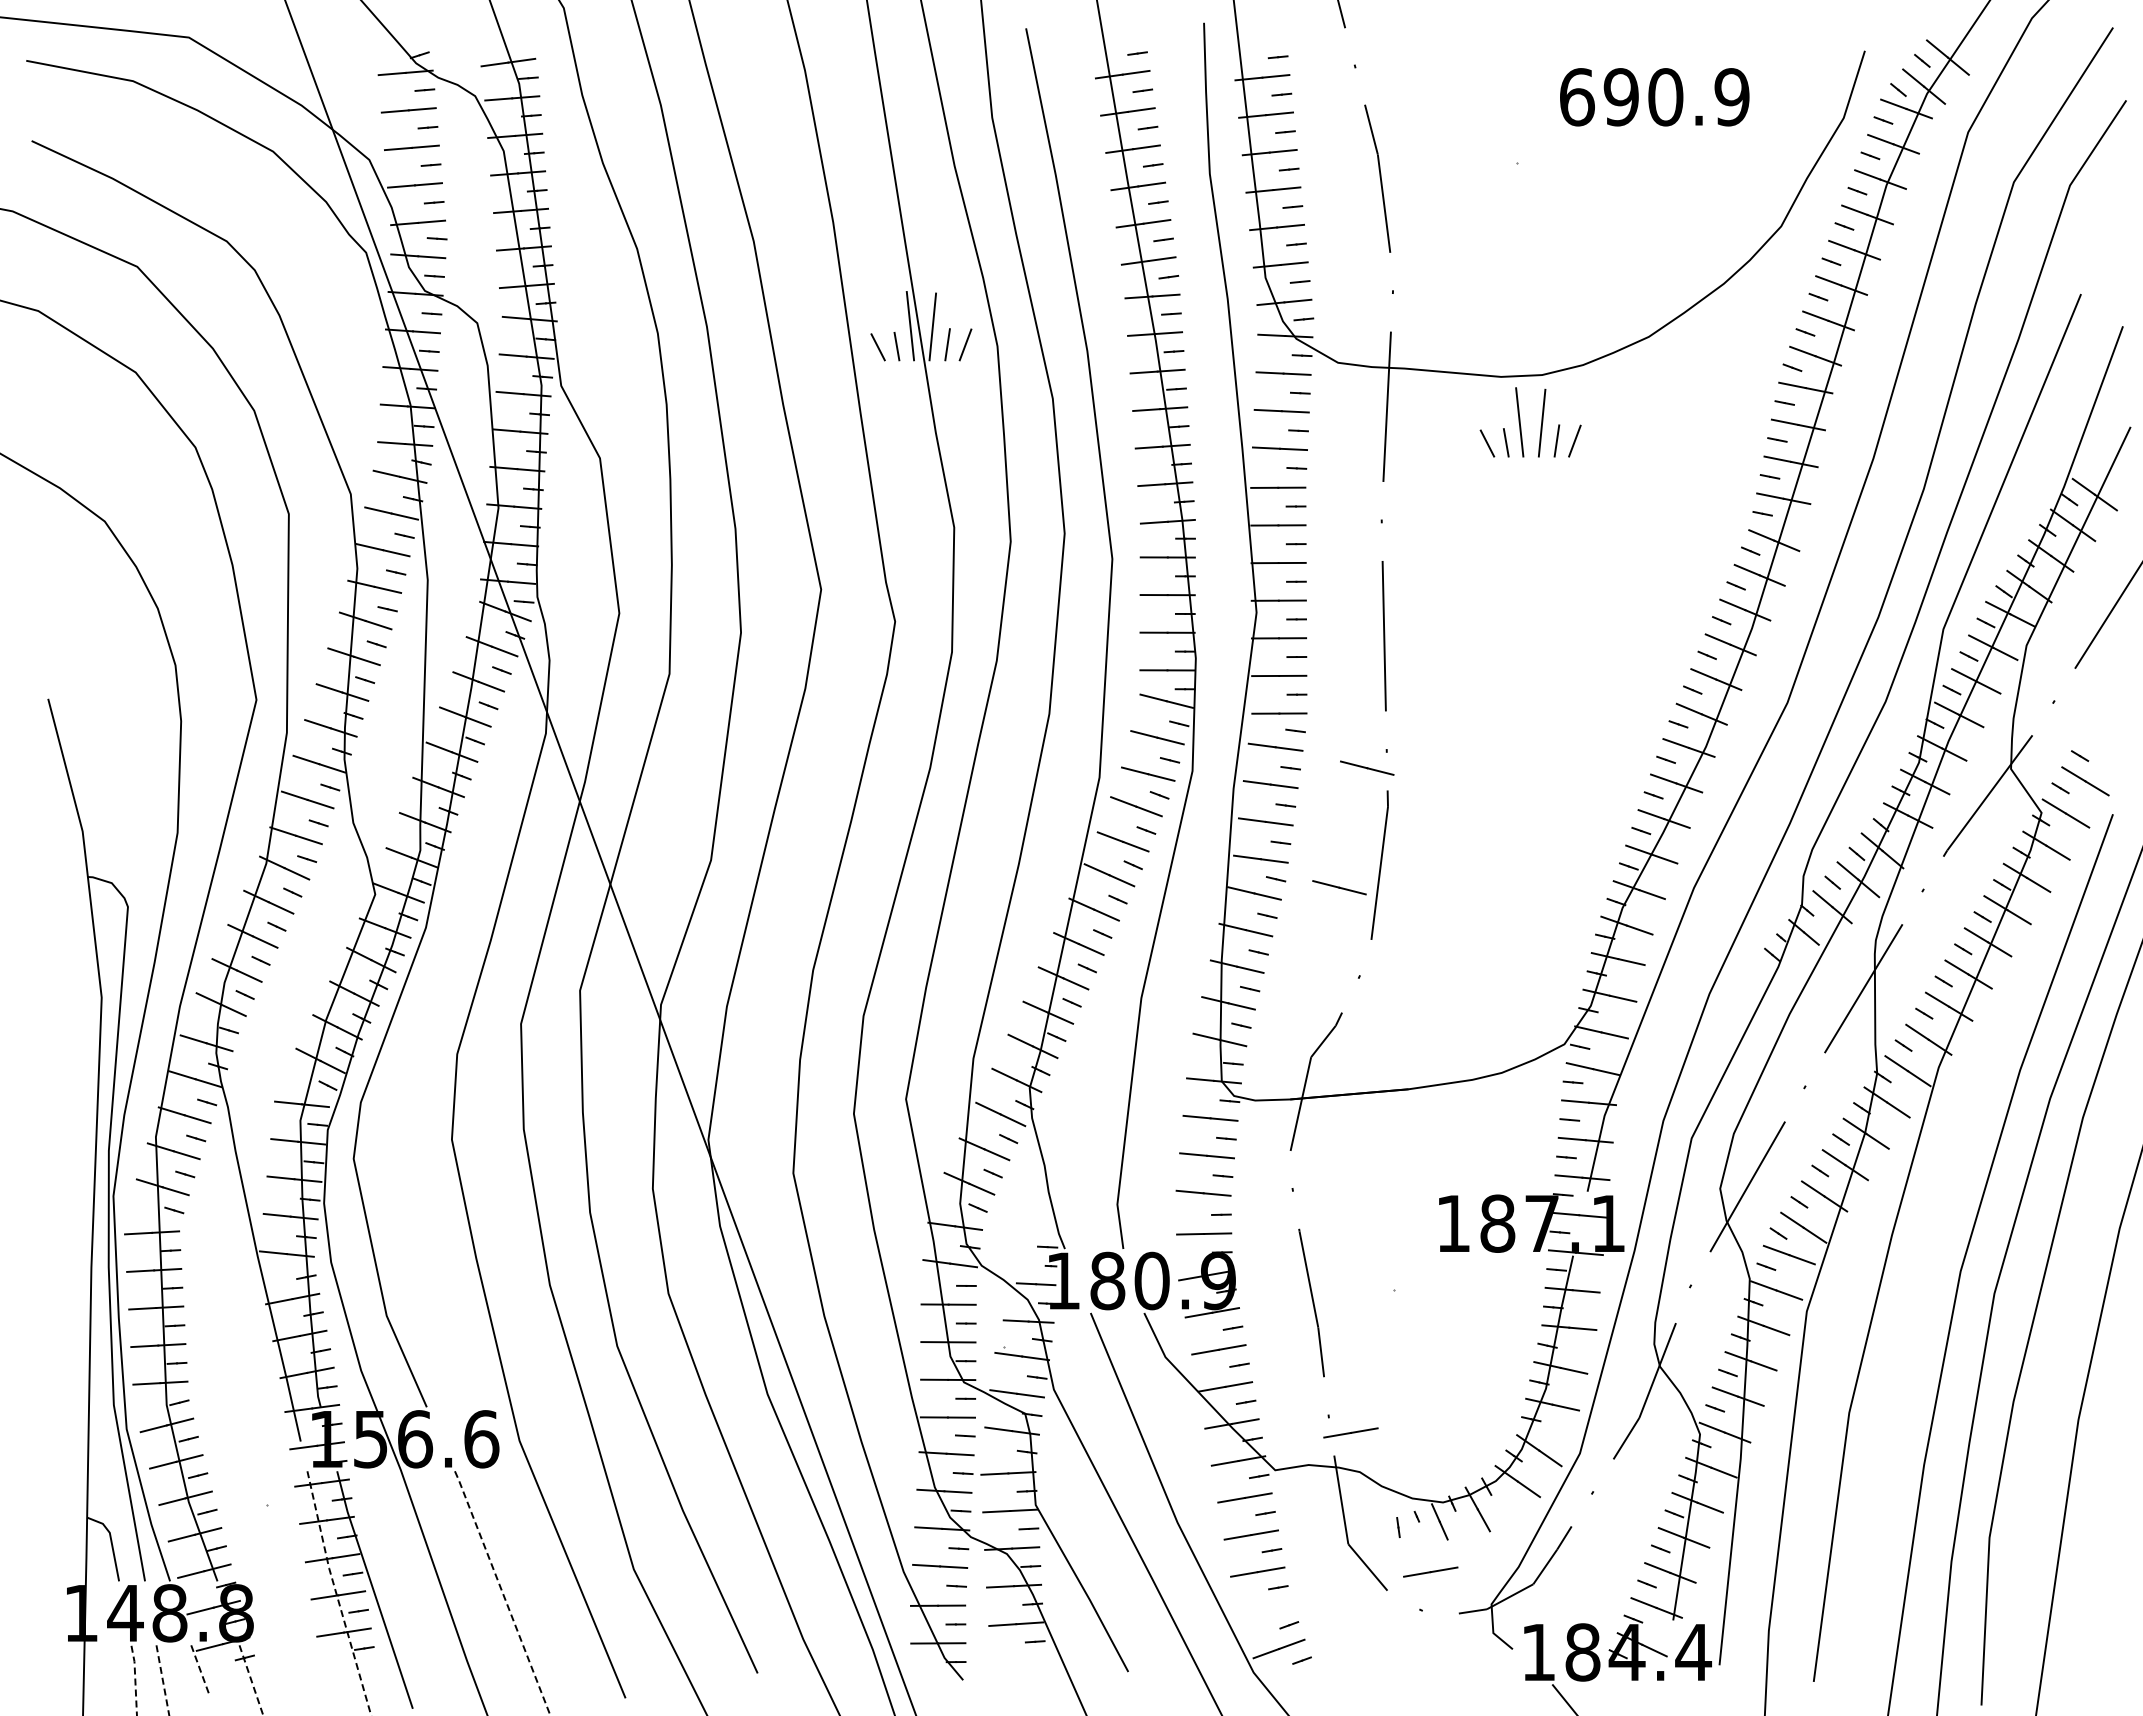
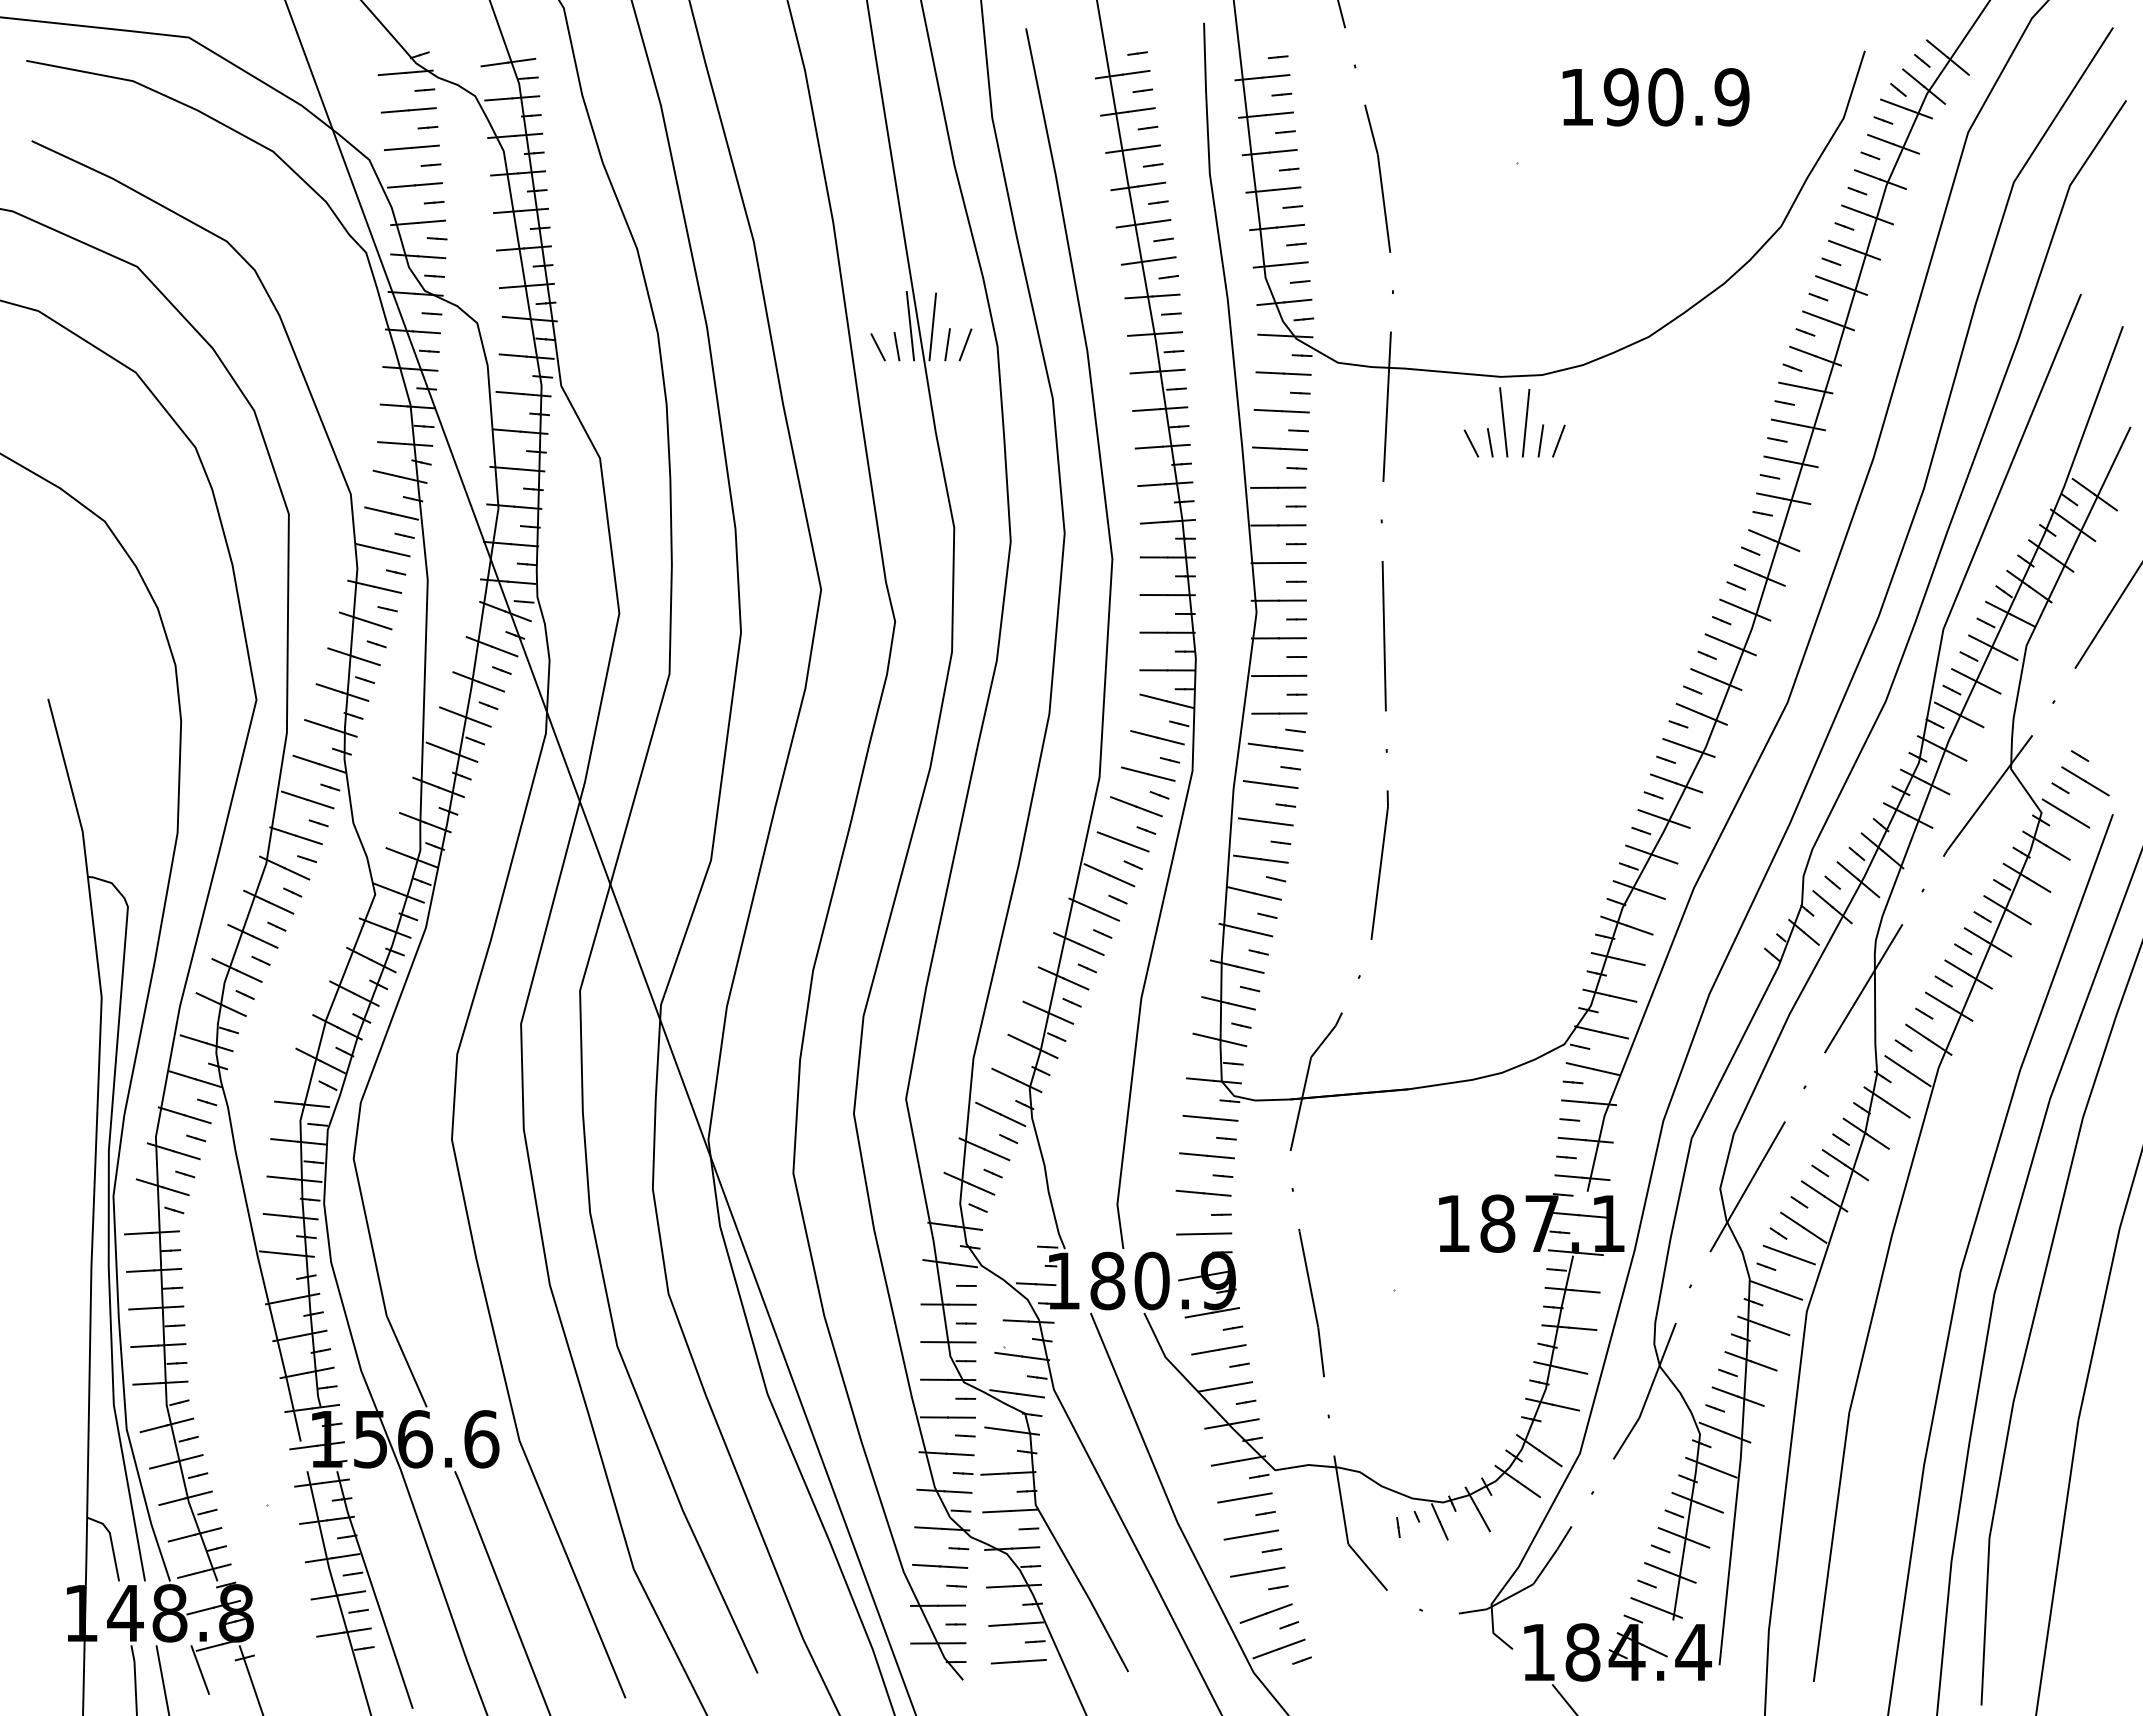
text at (1577, 97): 690.9 -> 190.9
part at (1521, 426) position: (1521, 426) -> (1505, 426)
line at (1367, 767): present -> none
line at (1339, 887): present -> none
line at (1350, 1432): present -> none
line at (1430, 1571): present -> none
line at (502, 1592): dashed -> solid
line at (336, 1593): dashed -> solid
line at (1265, 1613): none -> present
line at (1018, 1661): none -> present
line at (200, 1670): dashed -> solid
line at (135, 1679): dashed -> solid
line at (162, 1680): dashed -> solid
line at (251, 1680): dashed -> solid
